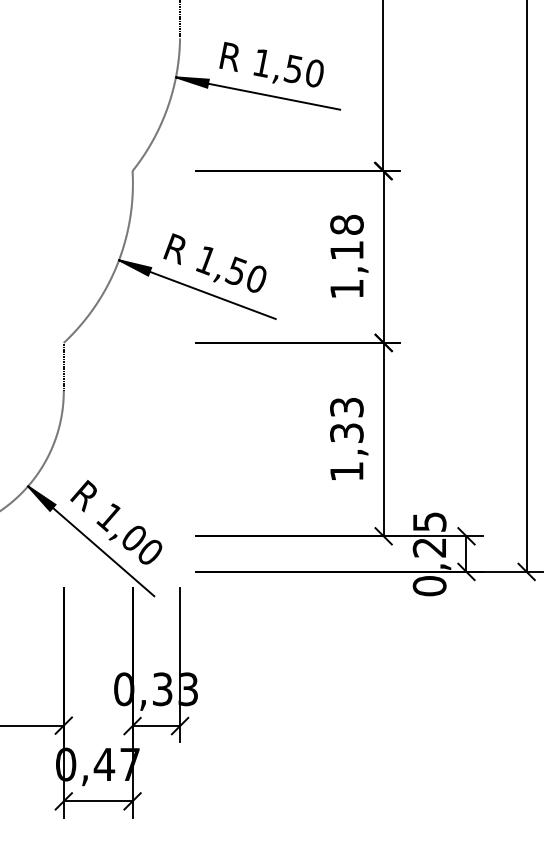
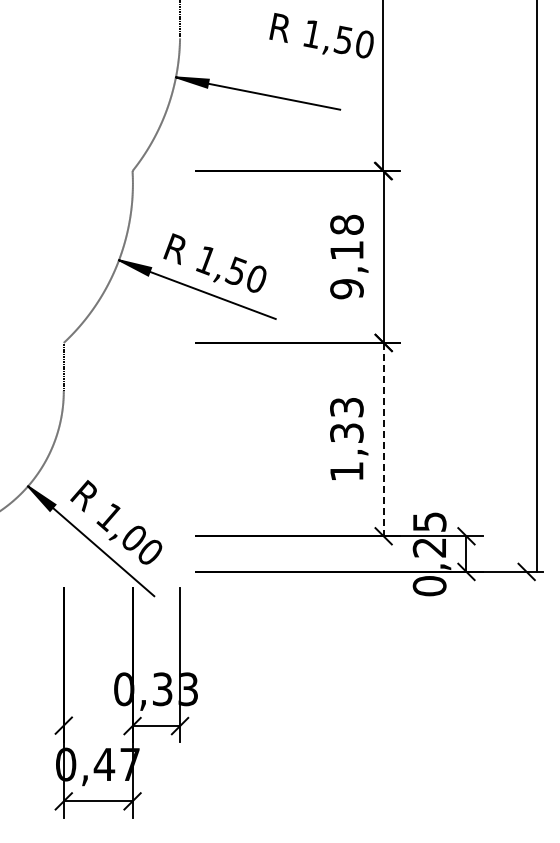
text at (271, 64) position: (271, 64) -> (321, 35)
line at (526, 286) position: (526, 286) -> (536, 286)
text at (346, 289): 1,18 -> 9,18
line at (383, 439): solid -> dashed
line at (32, 725): present -> none
